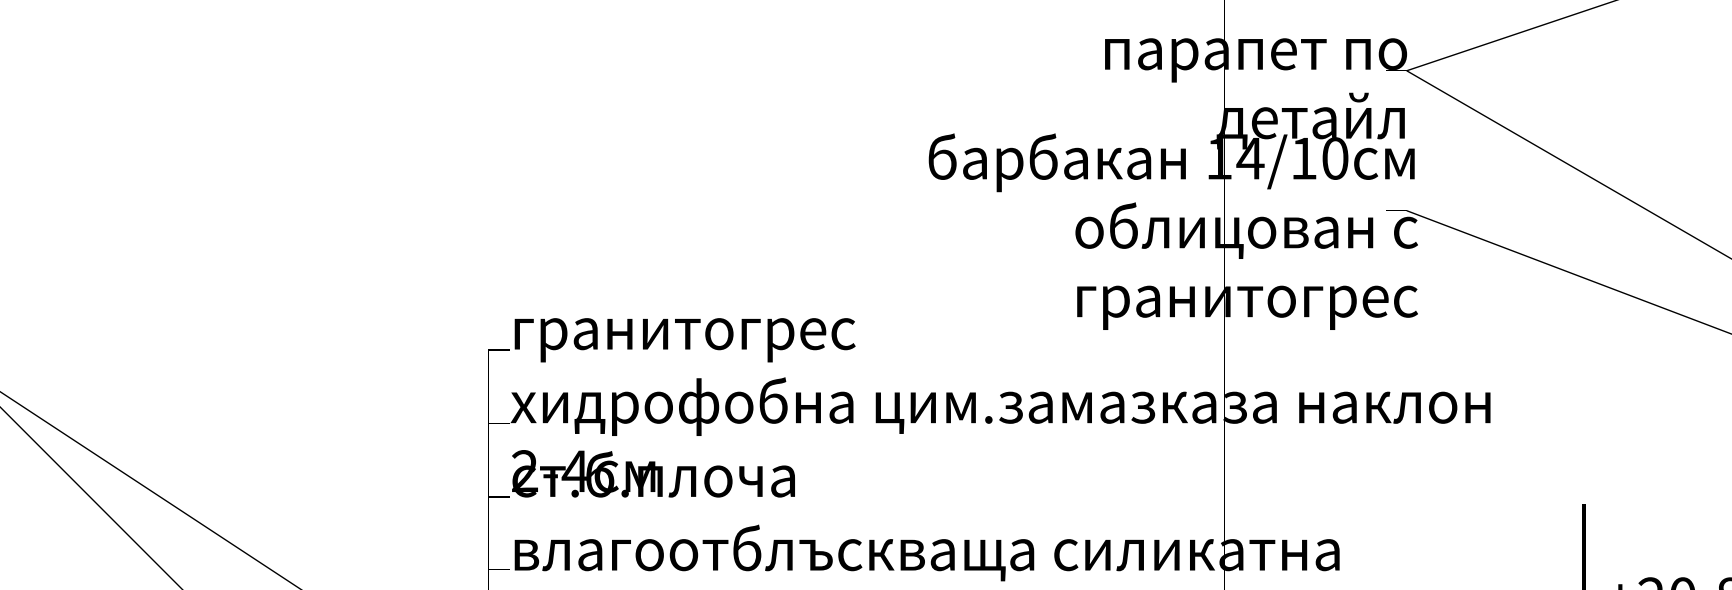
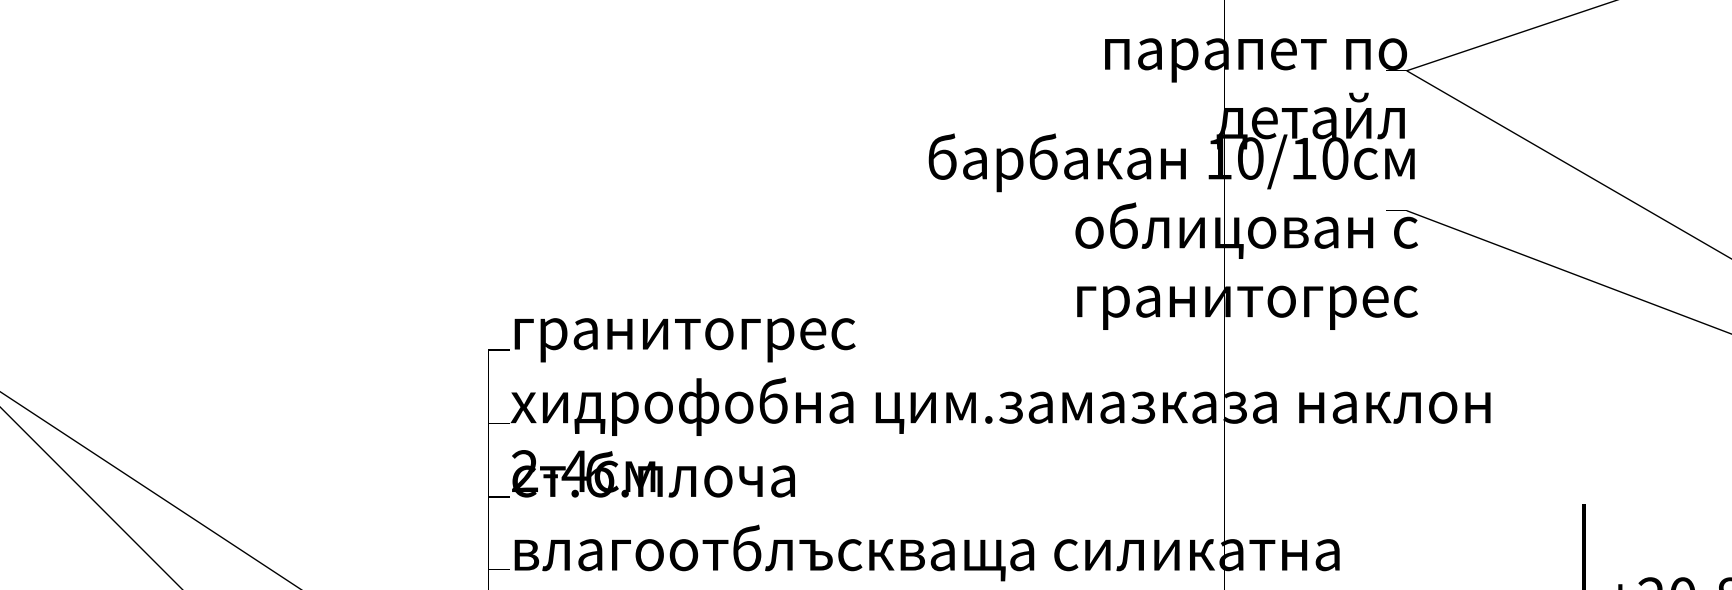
text at (1250, 158): 14/10 -> 10/10
